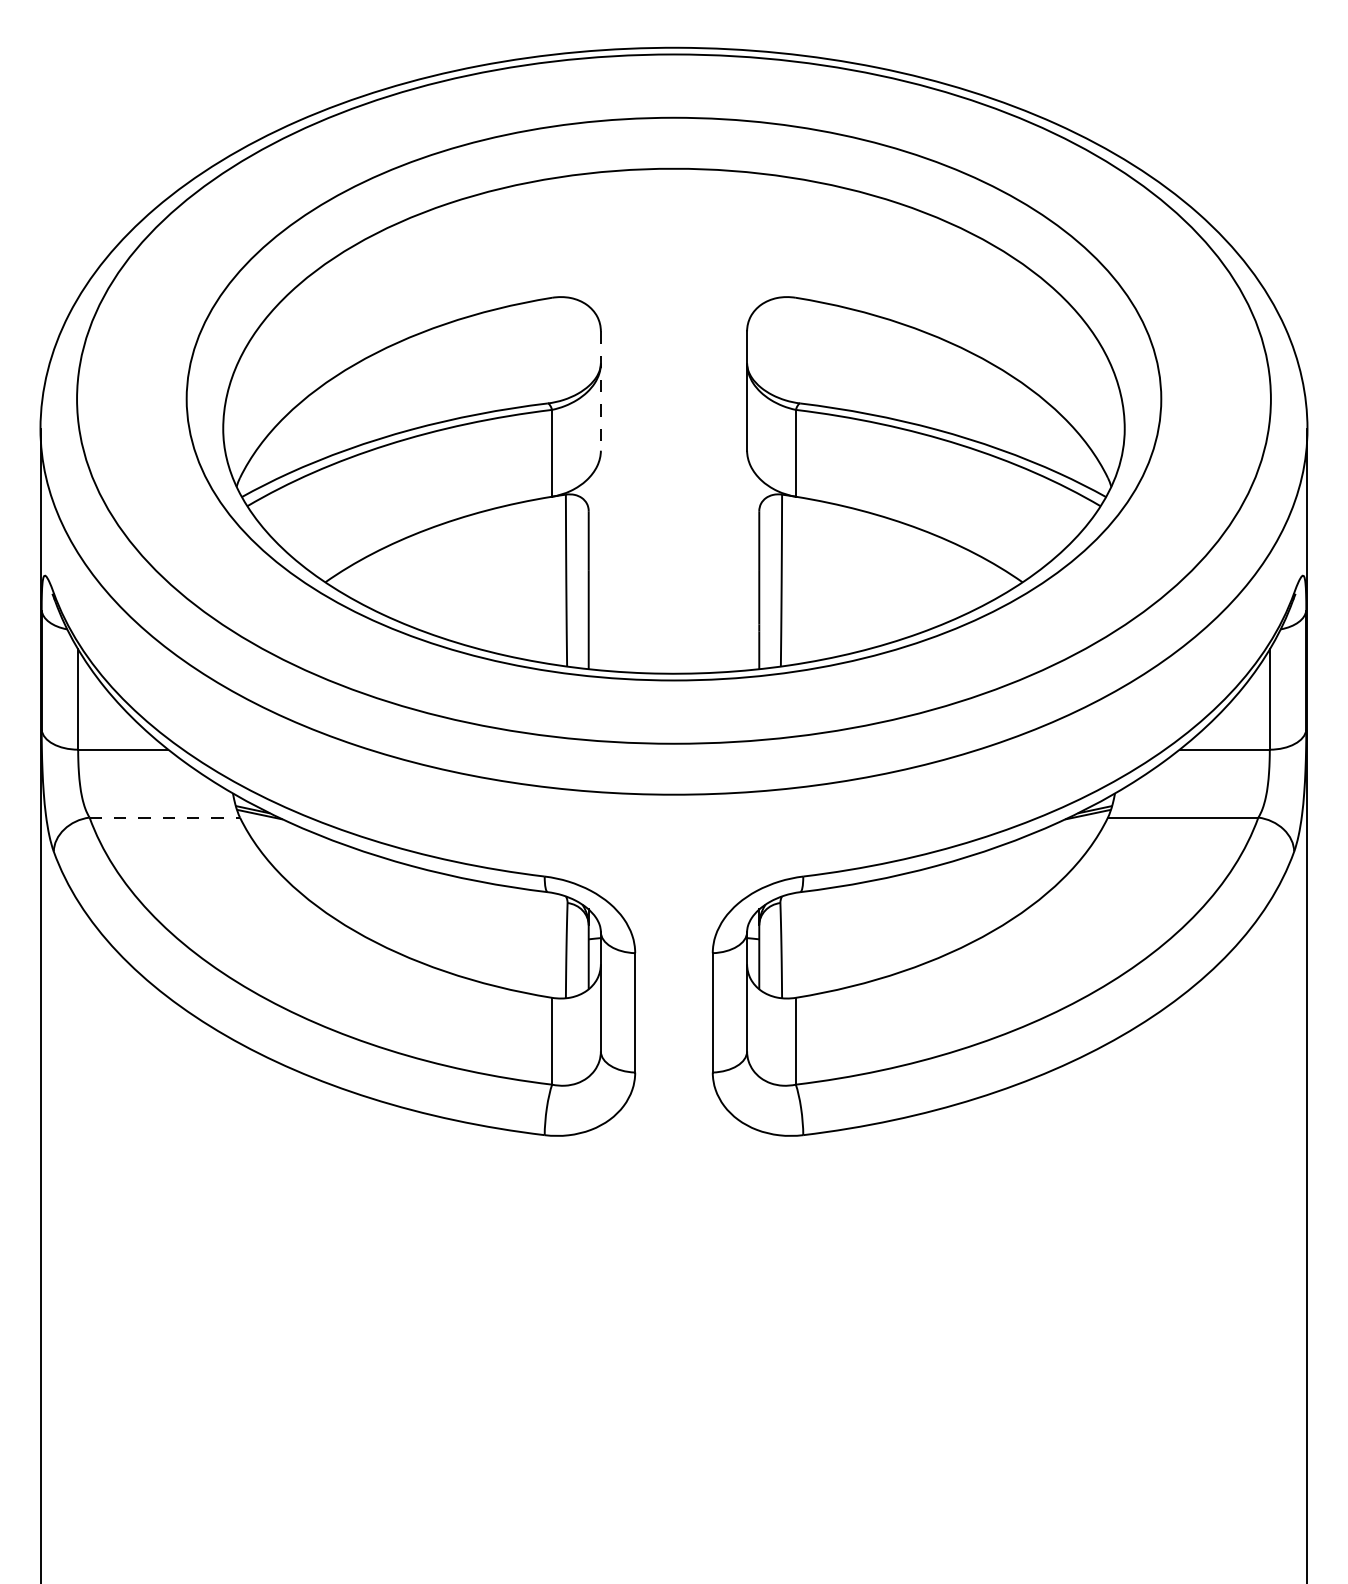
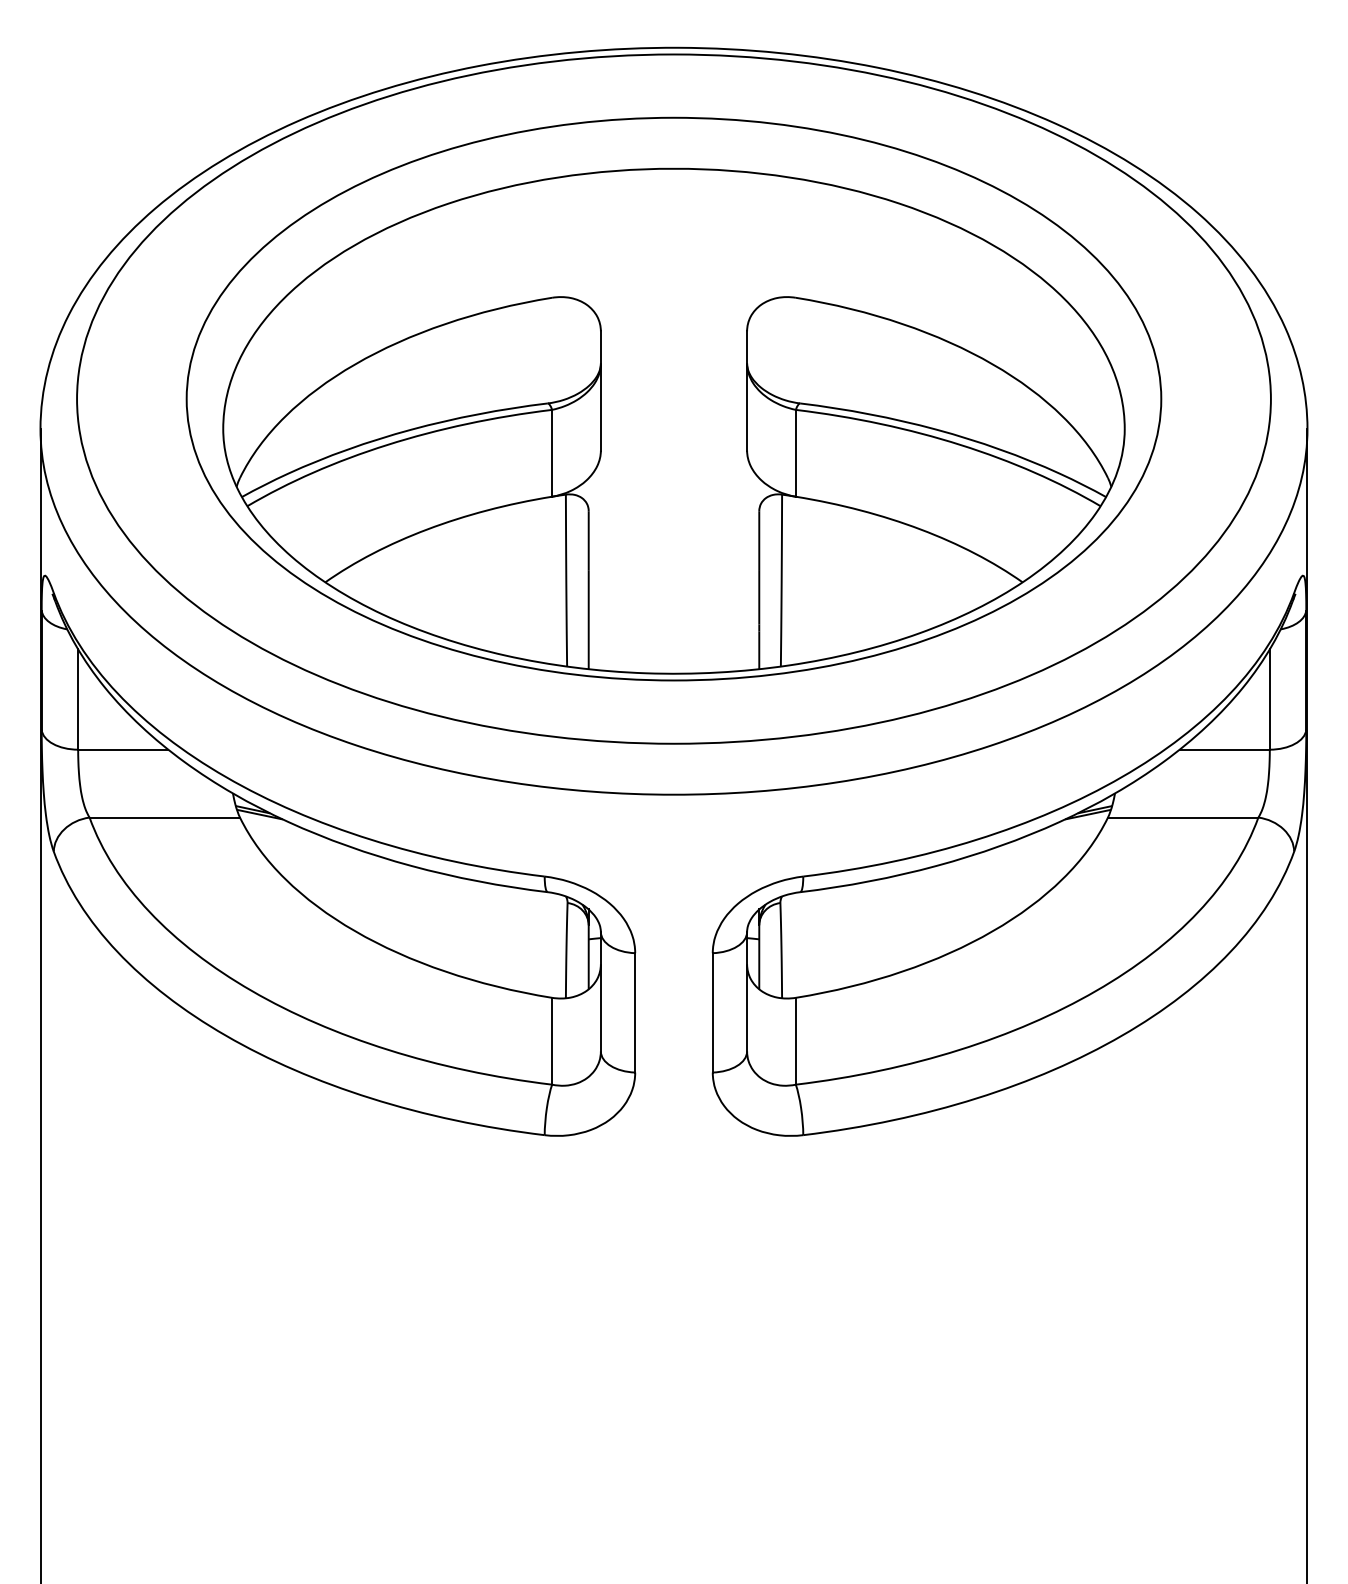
line at (600, 391): dashed -> solid
line at (165, 817): dashed -> solid
